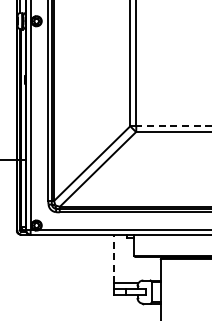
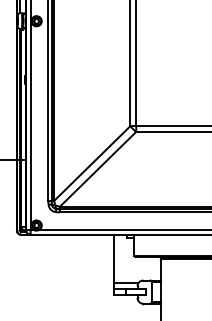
line at (173, 126): dashed -> solid
line at (114, 258): dashed -> solid
